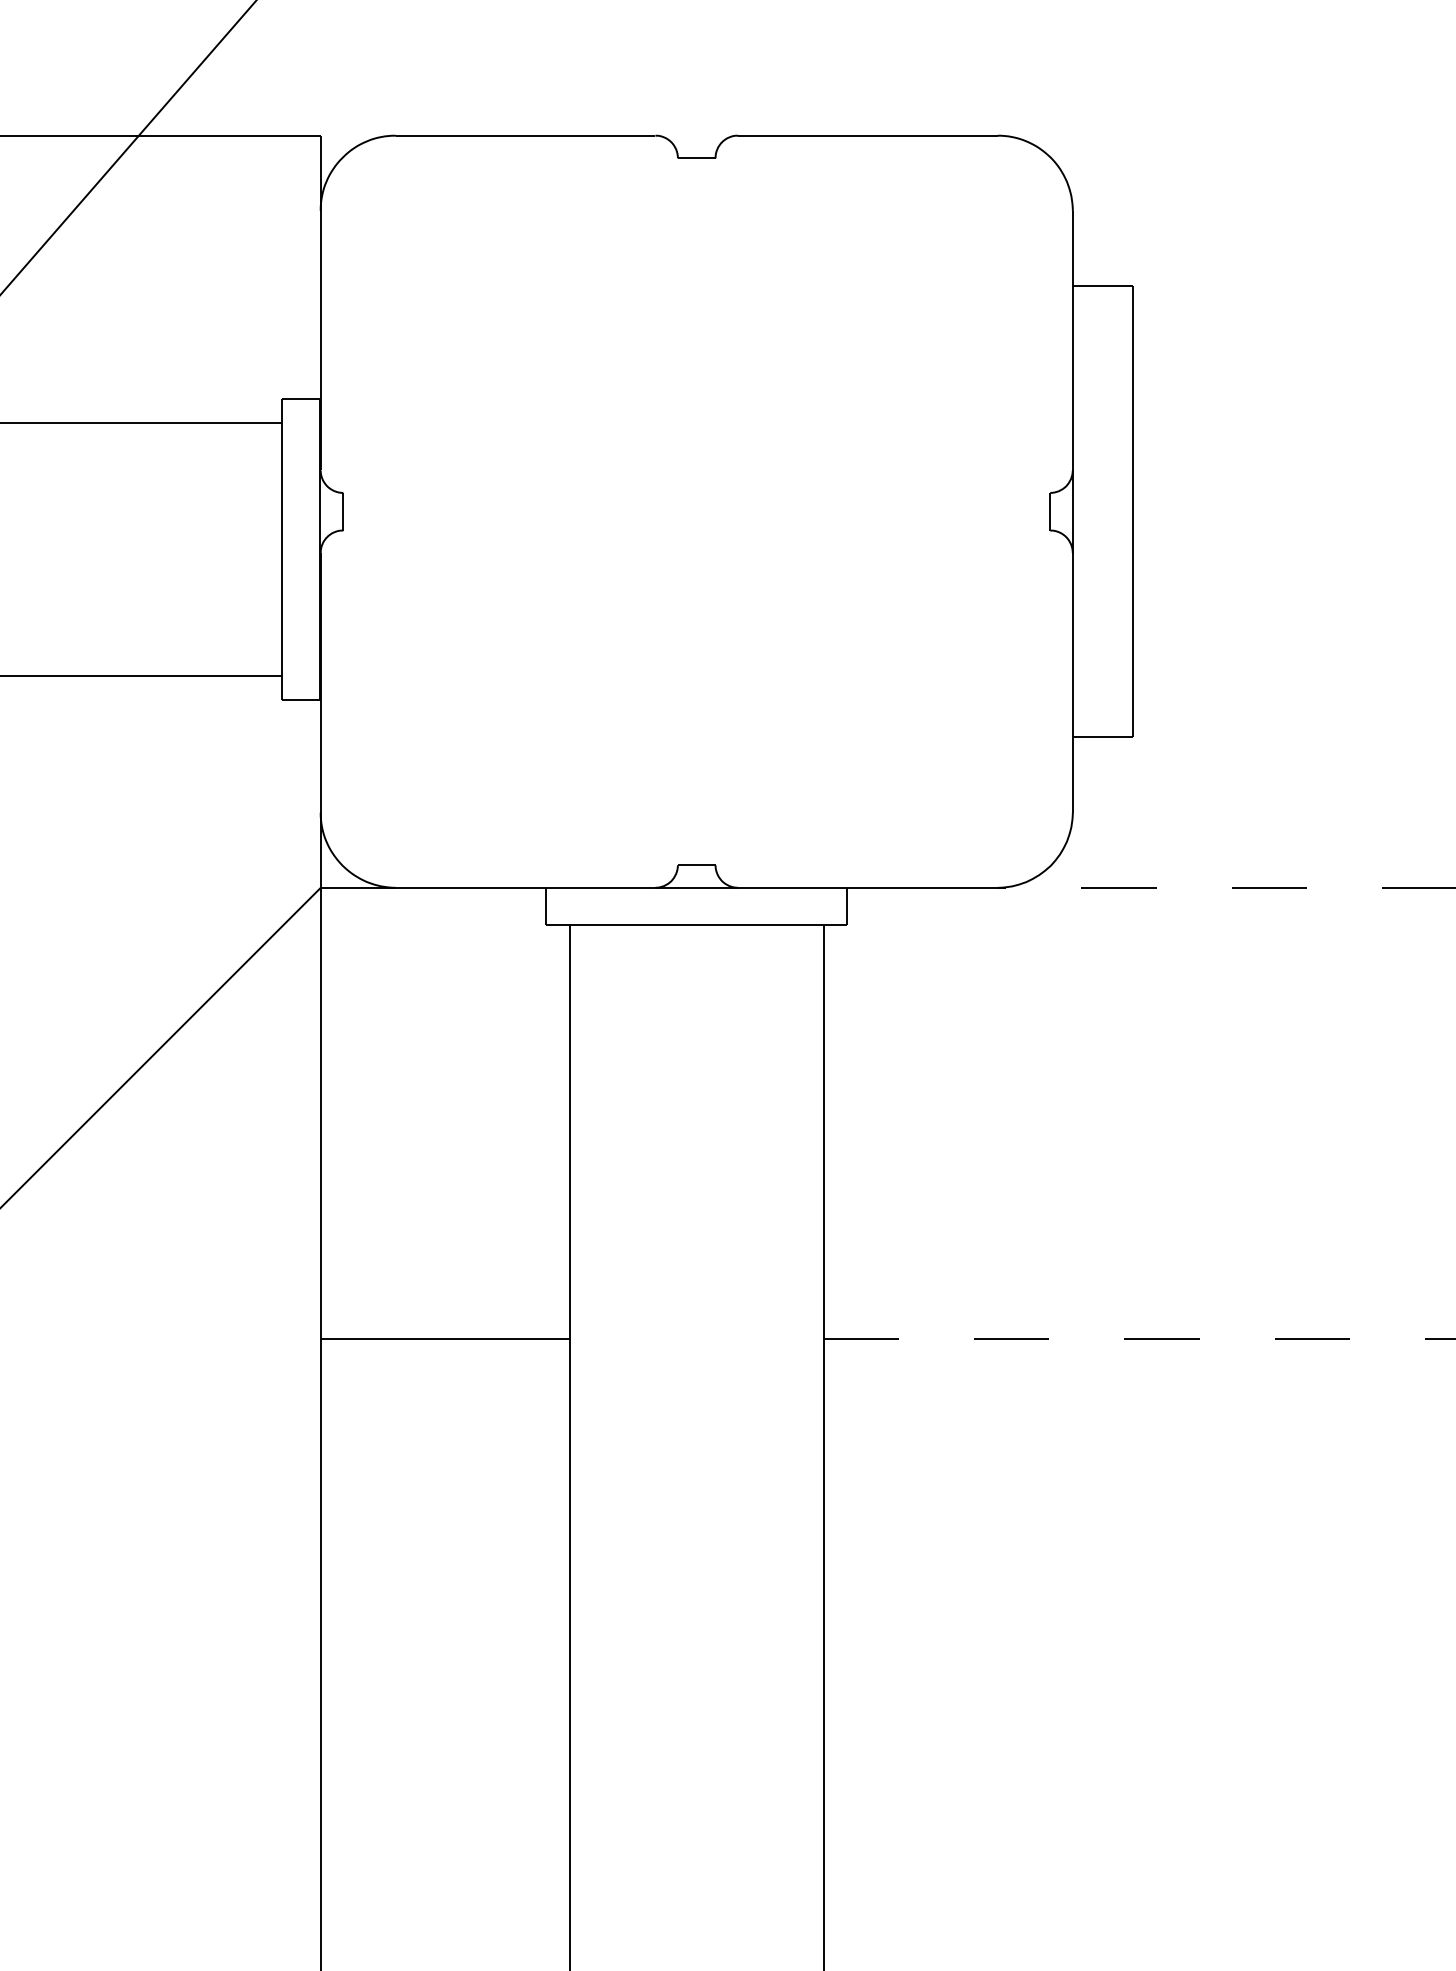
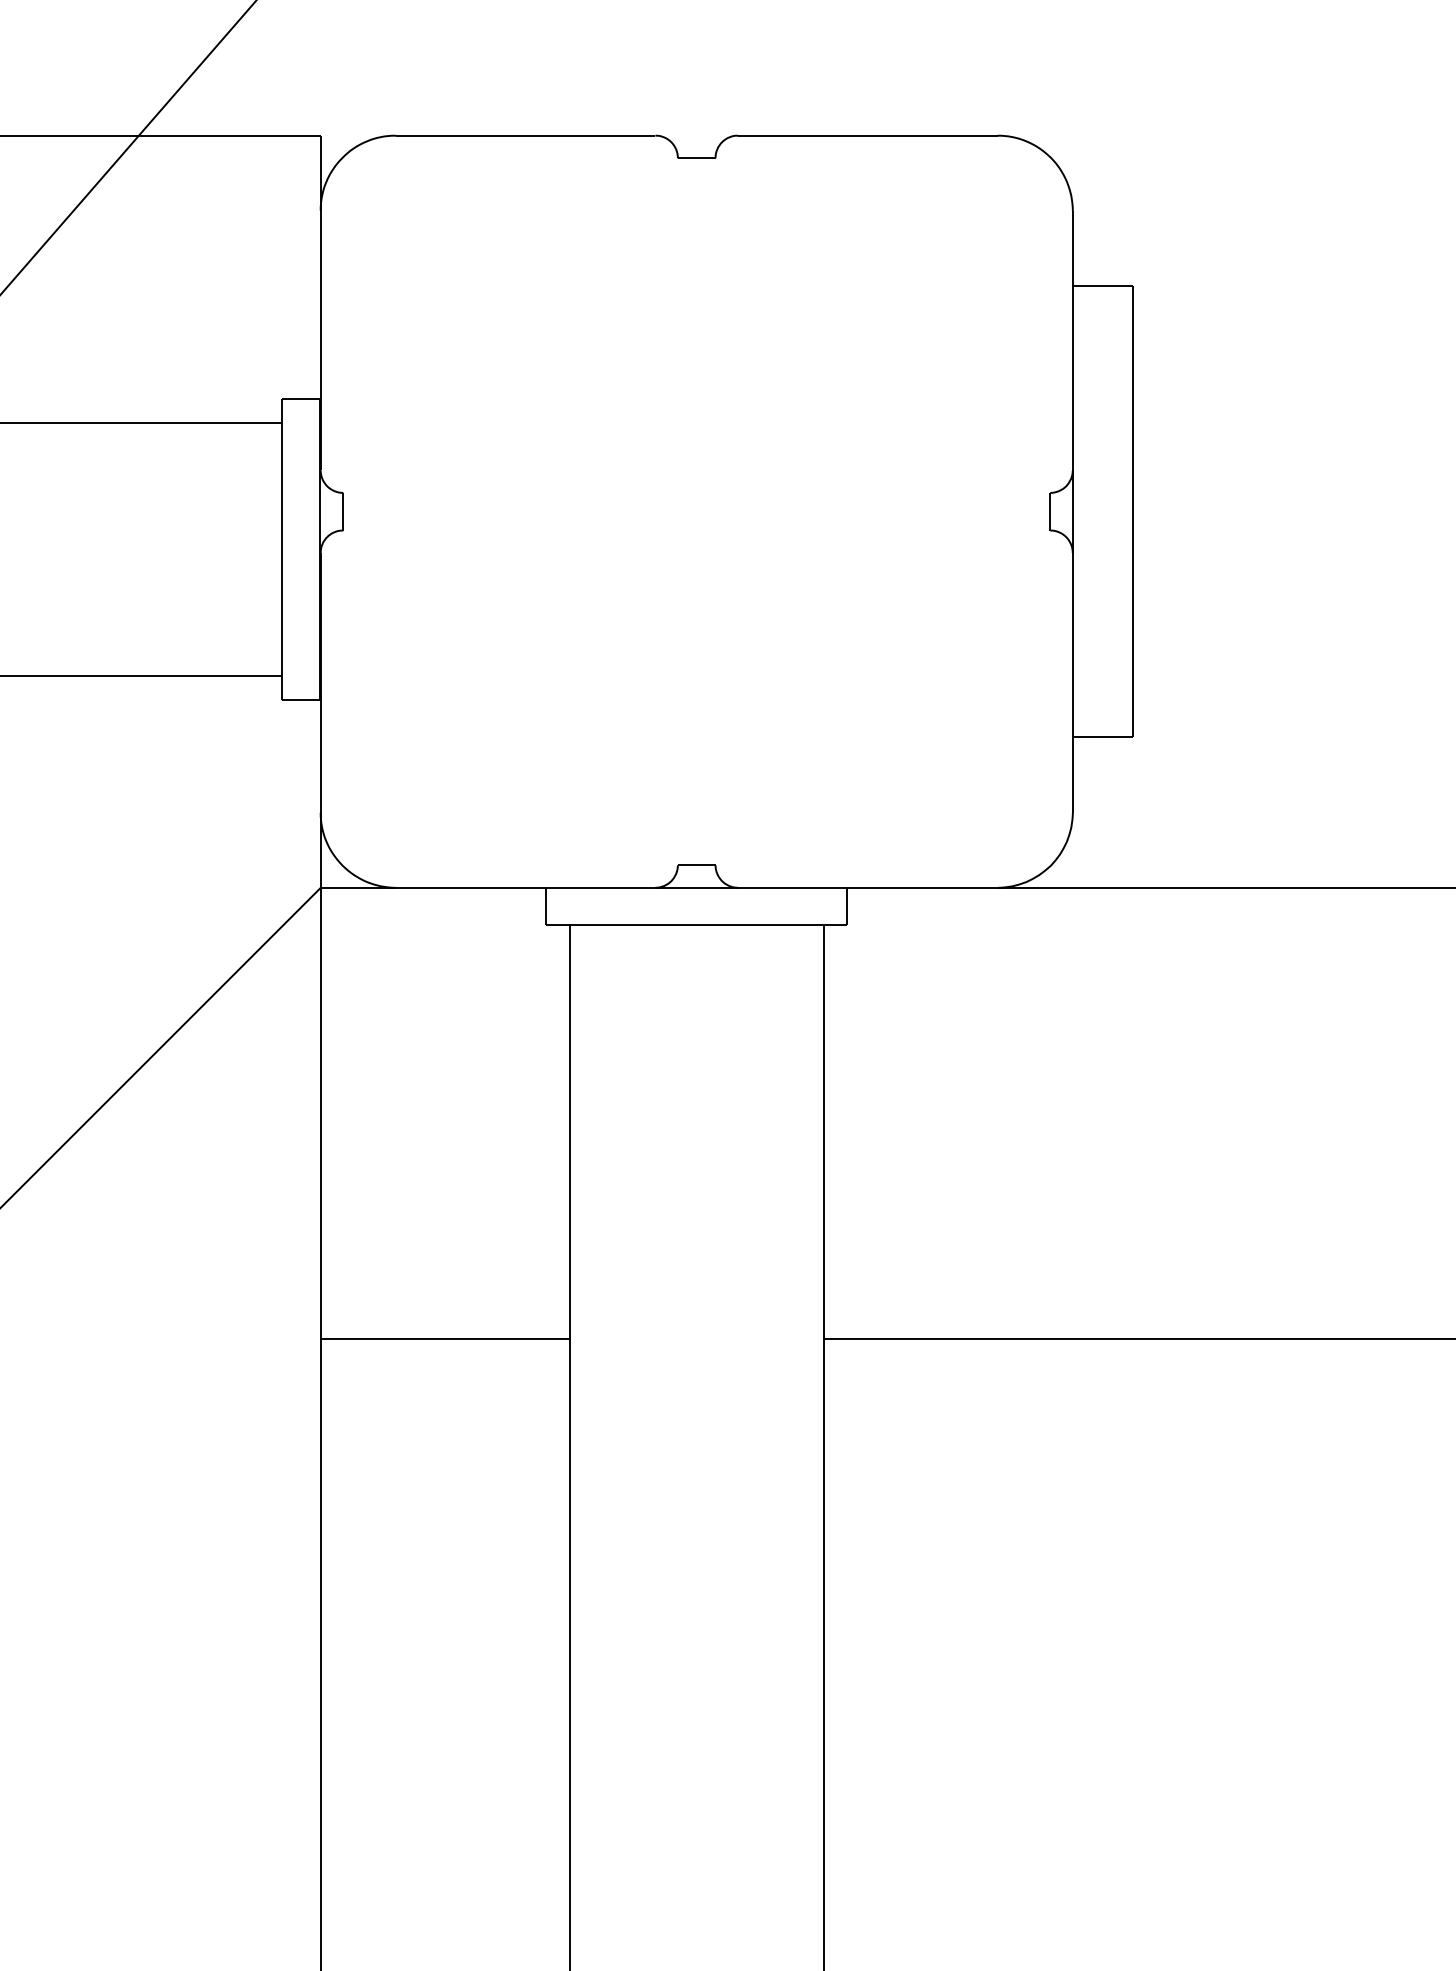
line at (1226, 887): dashed -> solid
line at (1139, 1339): dashed -> solid
